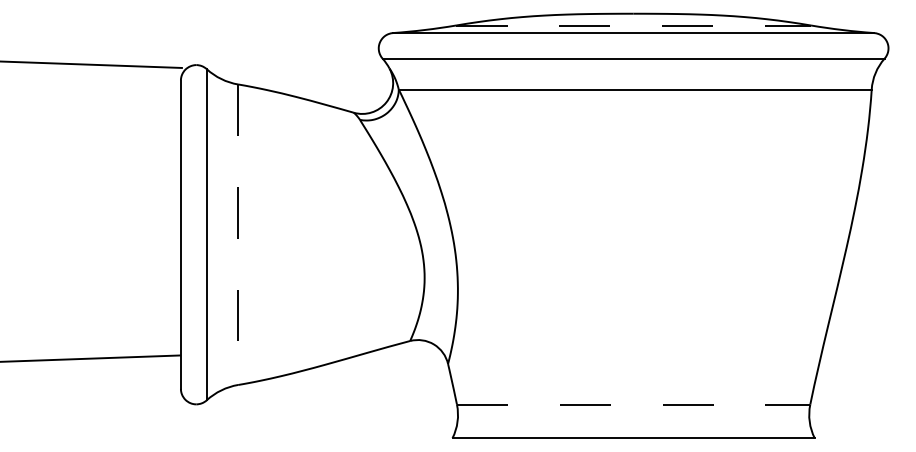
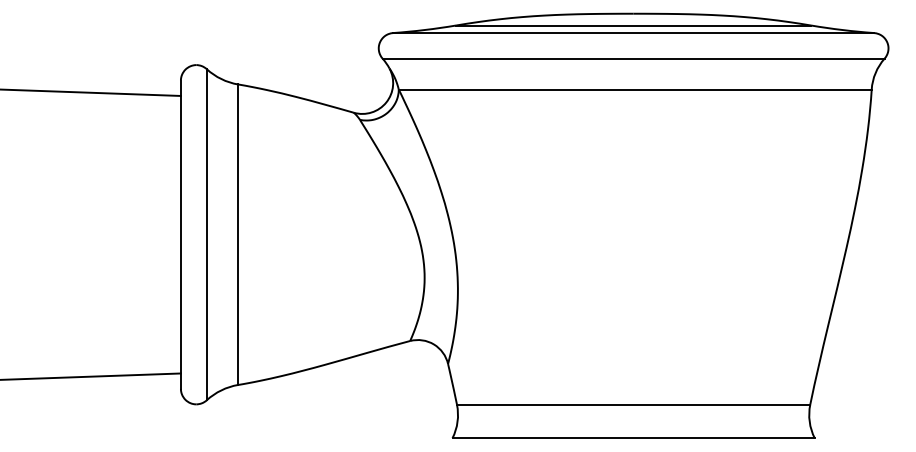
line at (634, 25): dashed -> solid
line at (91, 64) position: (91, 64) -> (91, 92)
line at (238, 235): dashed -> solid
line at (90, 358) position: (90, 358) -> (91, 376)
line at (633, 404): dashed -> solid
